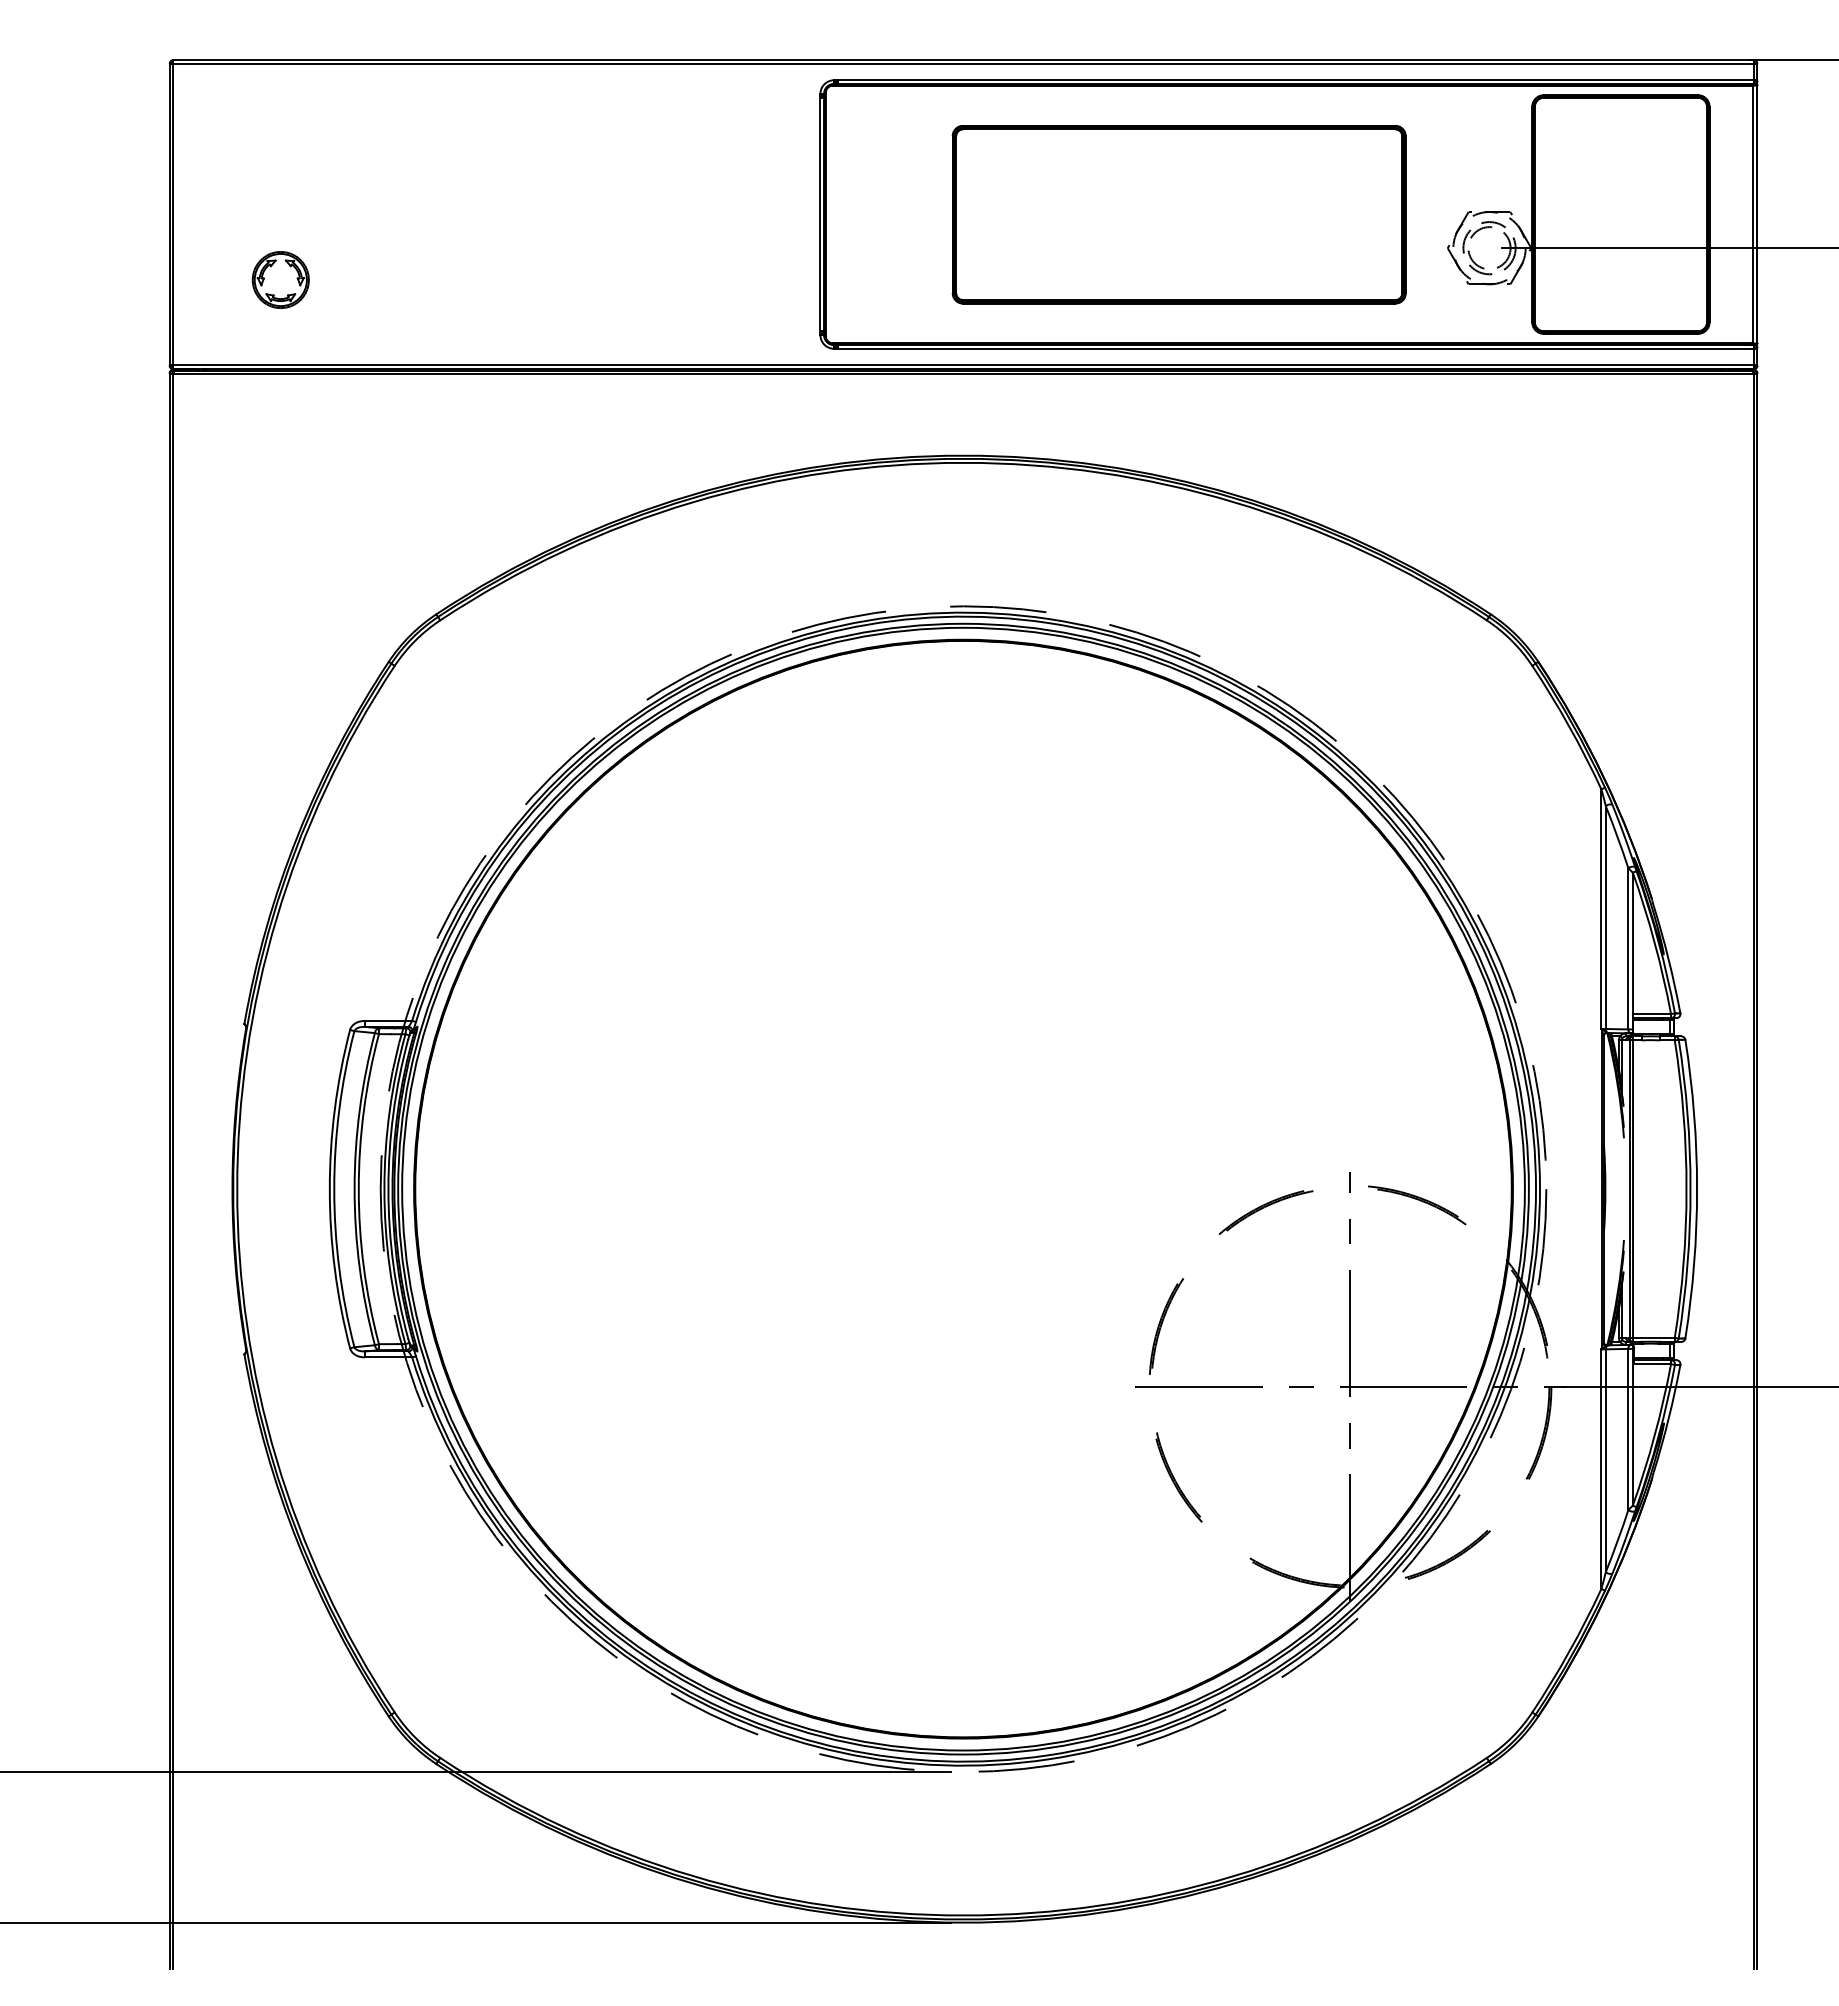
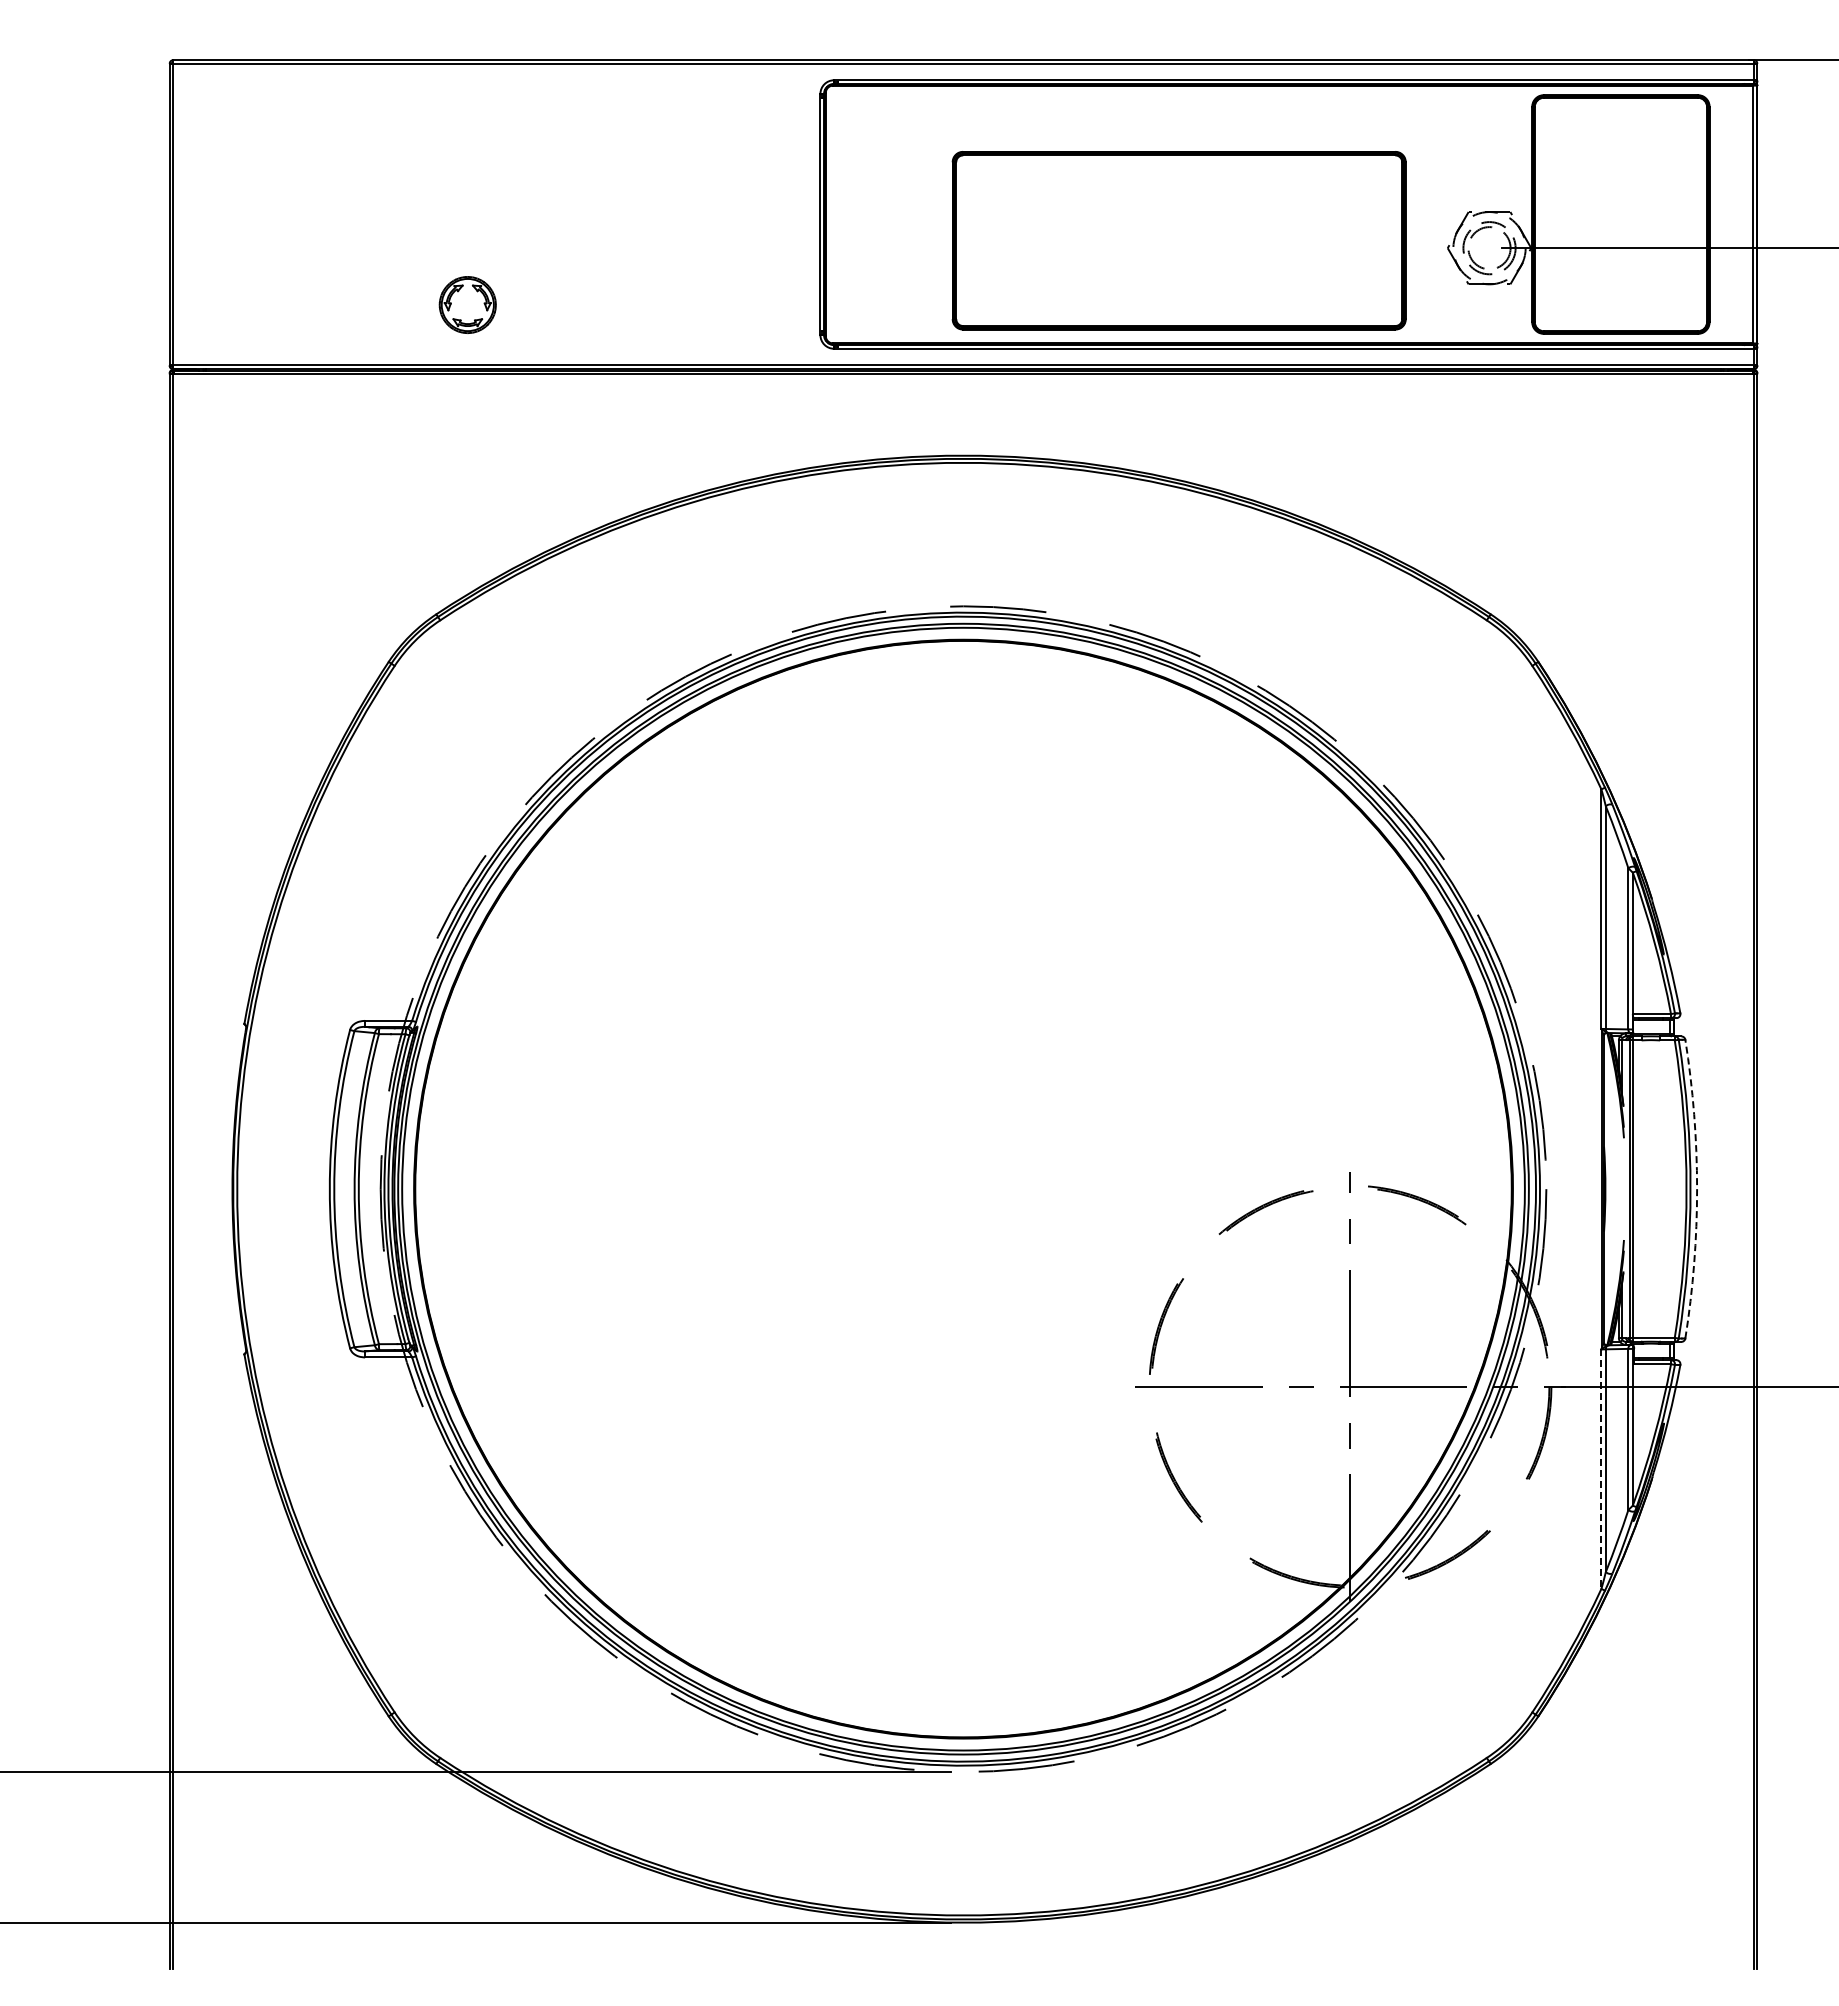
part at (1178, 214) position: (1178, 214) -> (1178, 240)
part at (280, 279) position: (280, 279) -> (467, 304)
arc at (1697, 1189): solid -> dashed
line at (1601, 1469): solid -> dashed
